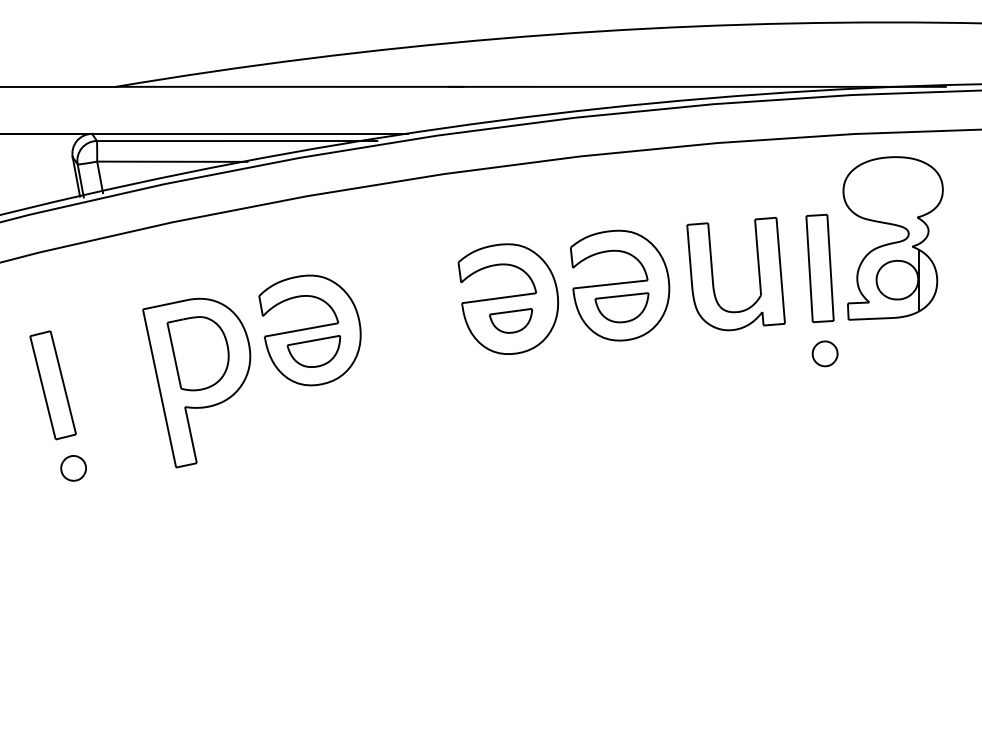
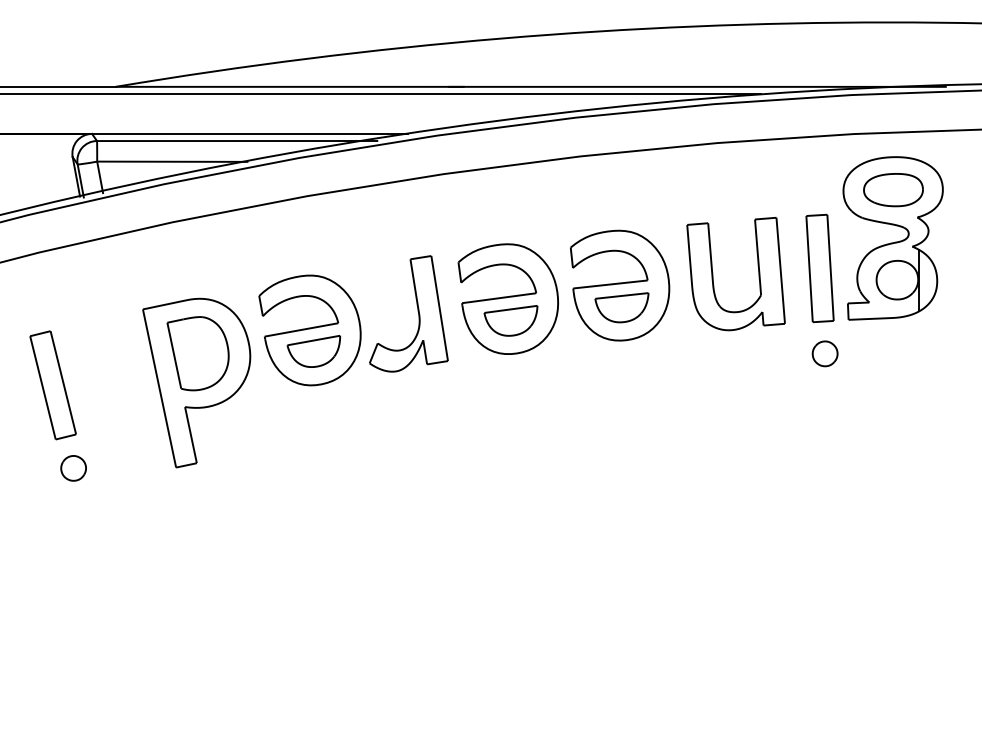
line at (381, 94): none -> present
part at (893, 190): none -> present
part at (417, 311): none -> present
part at (511, 320) size: 45x26 px -> 56x32 px
